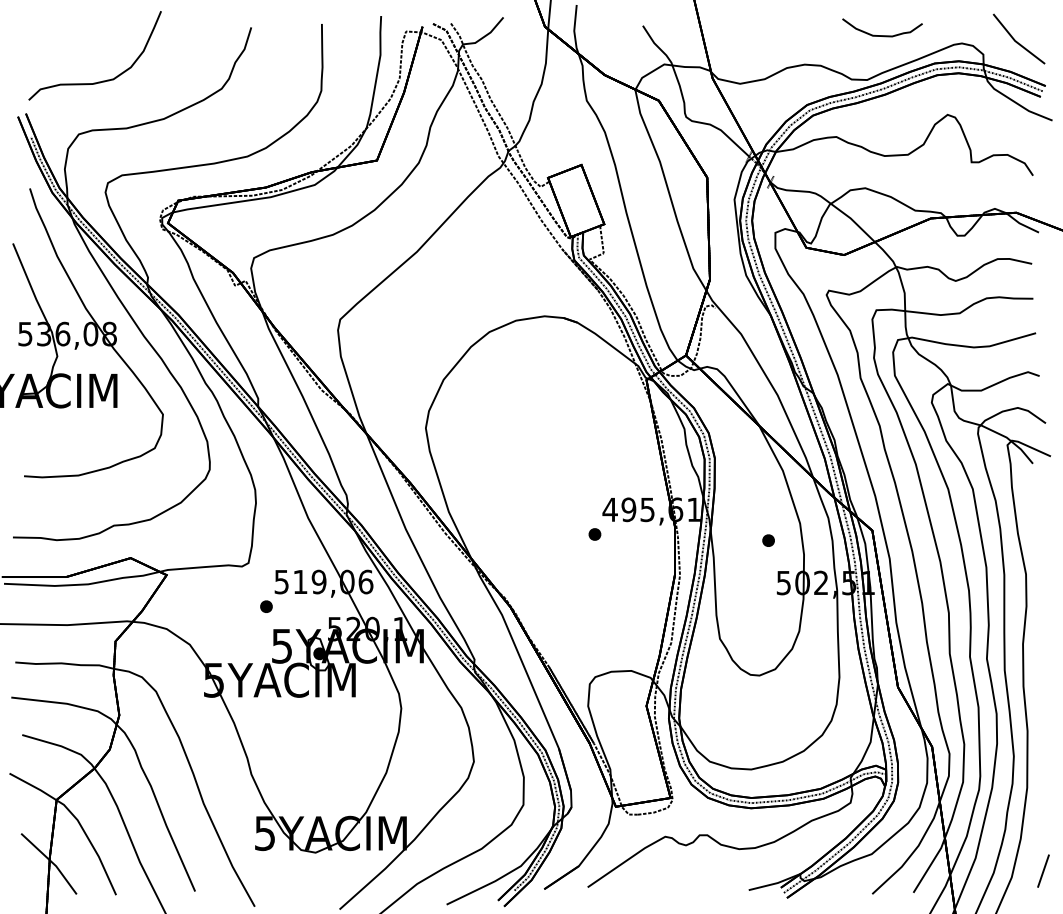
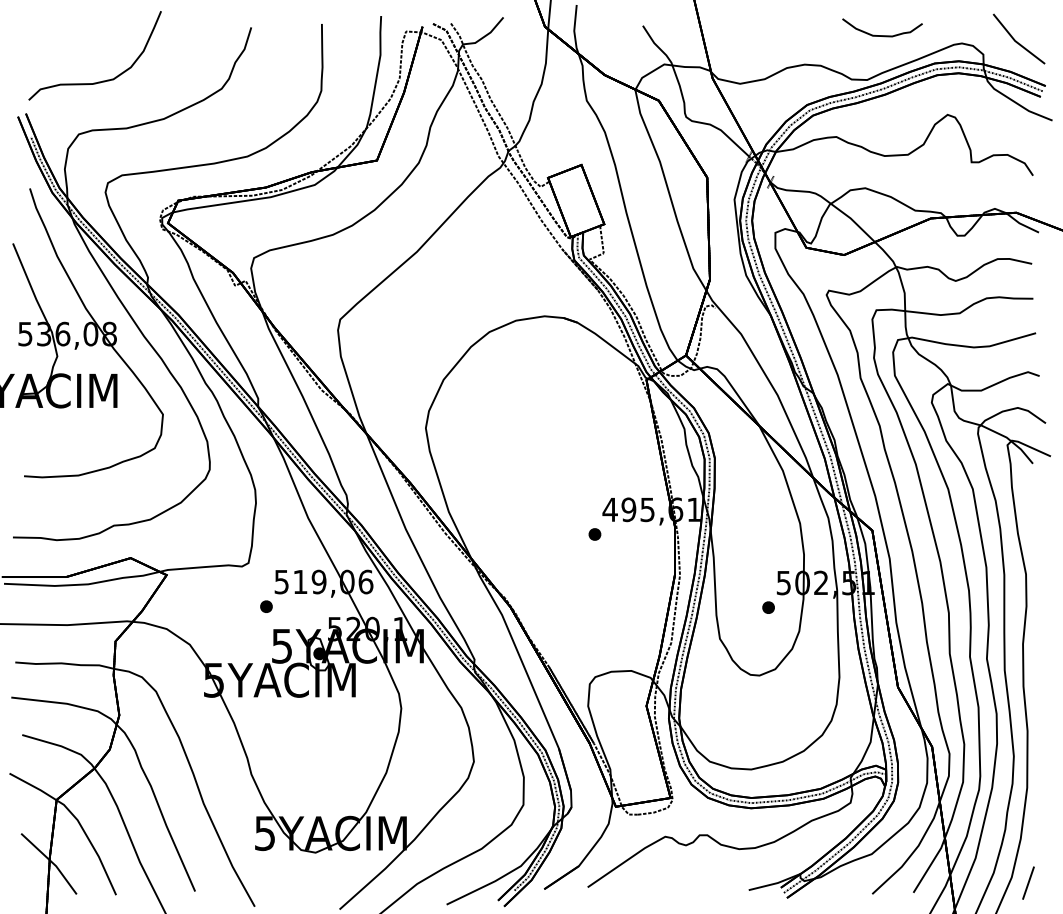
part at (768, 540) position: (768, 540) -> (768, 607)
line at (1043, 870) position: (1043, 870) -> (1028, 882)
